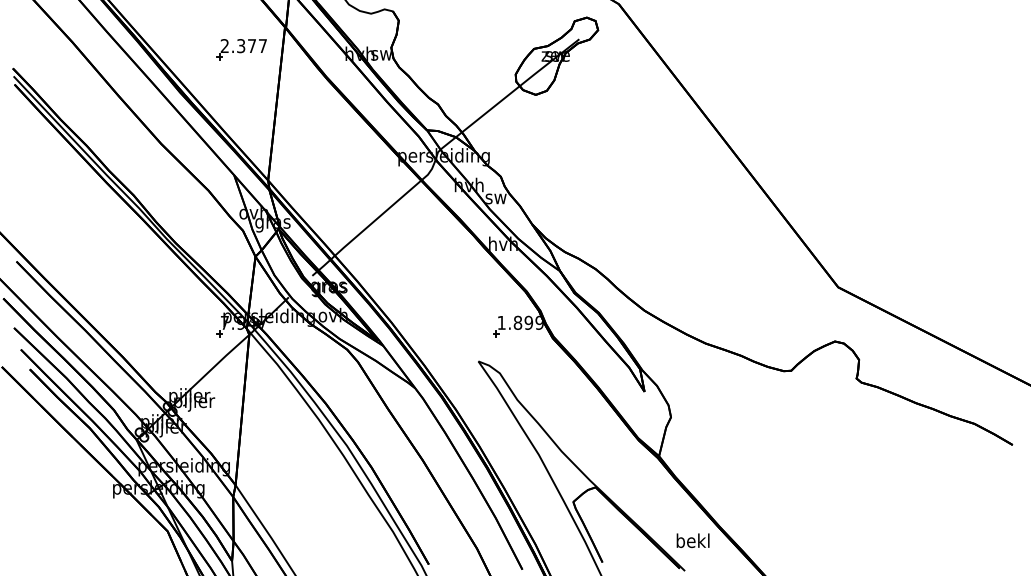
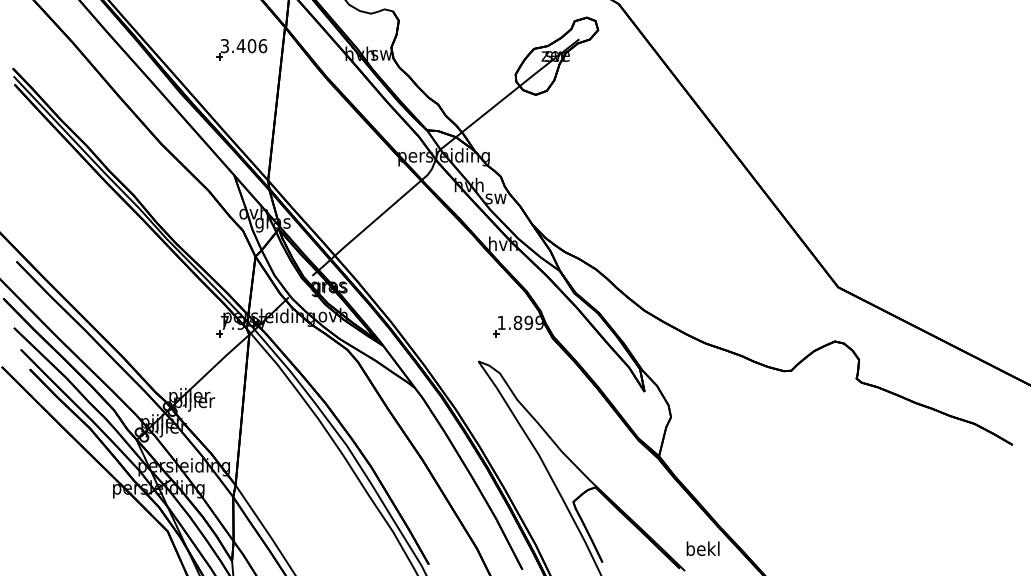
text at (243, 46): 2.377 -> 3.406
text at (692, 540) position: (692, 540) -> (702, 548)
